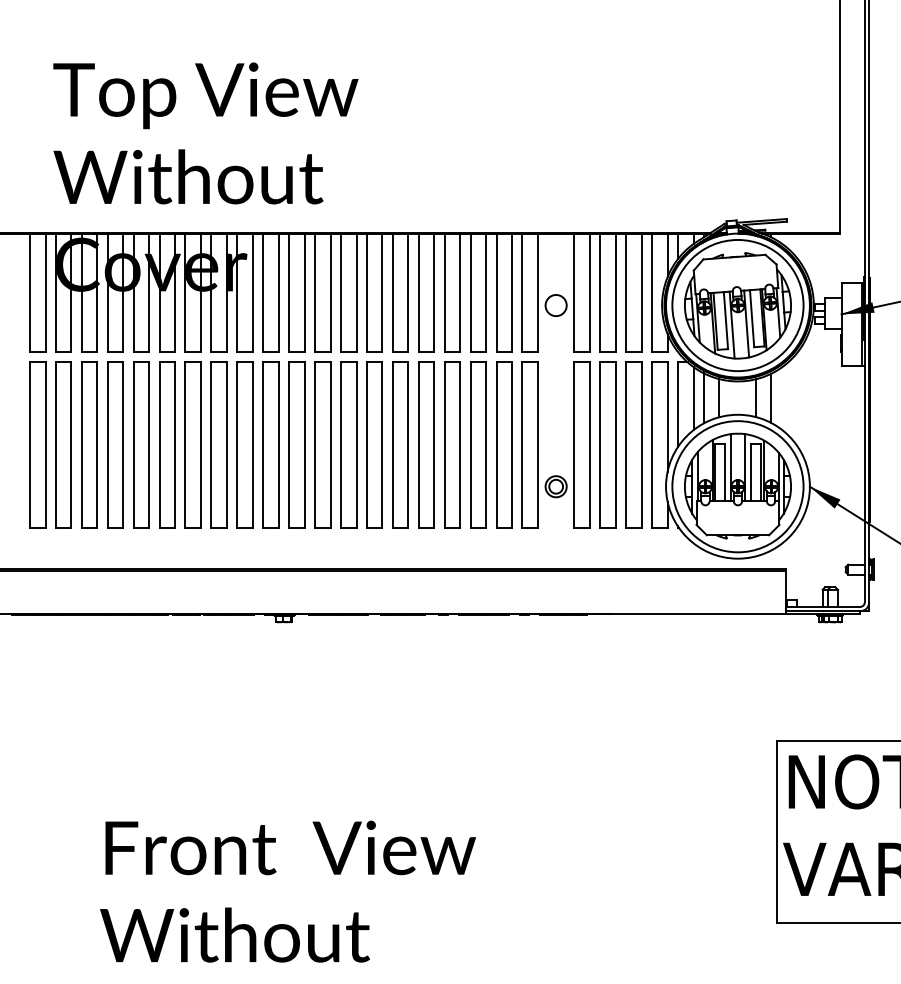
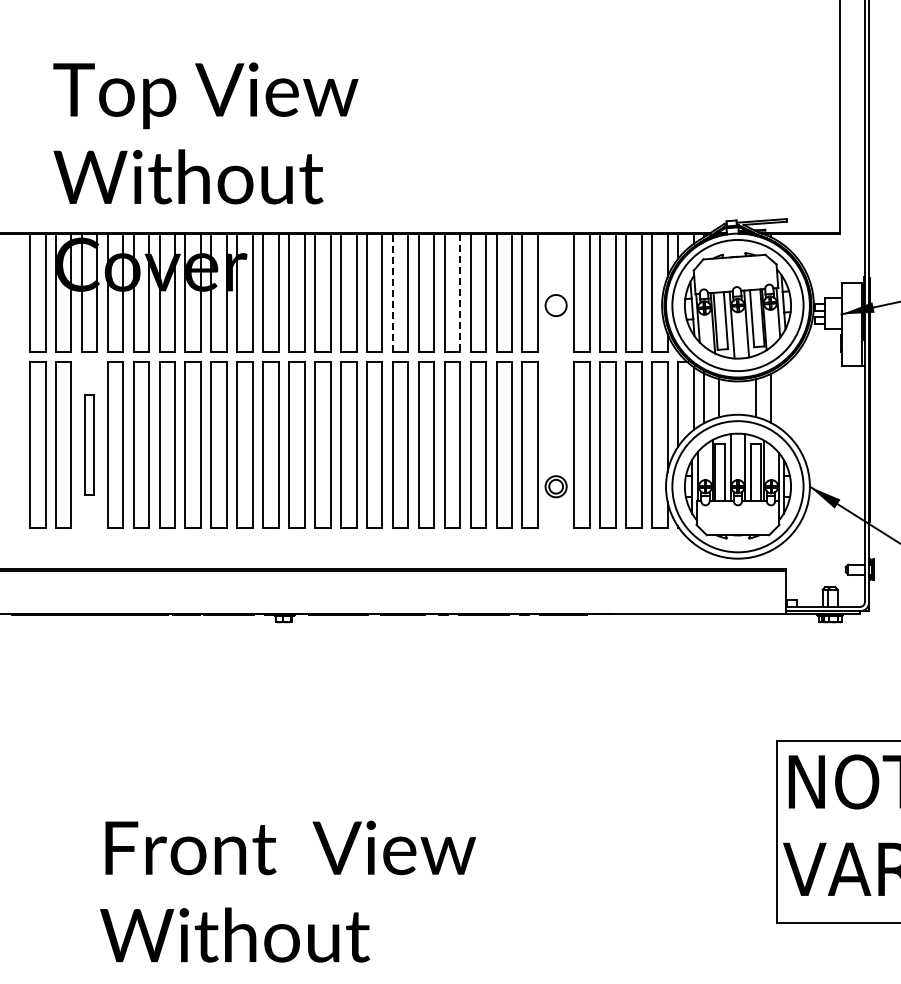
line at (392, 292): solid -> dashed
line at (460, 293): solid -> dashed
part at (89, 444) size: 17x168 px -> 11x102 px
